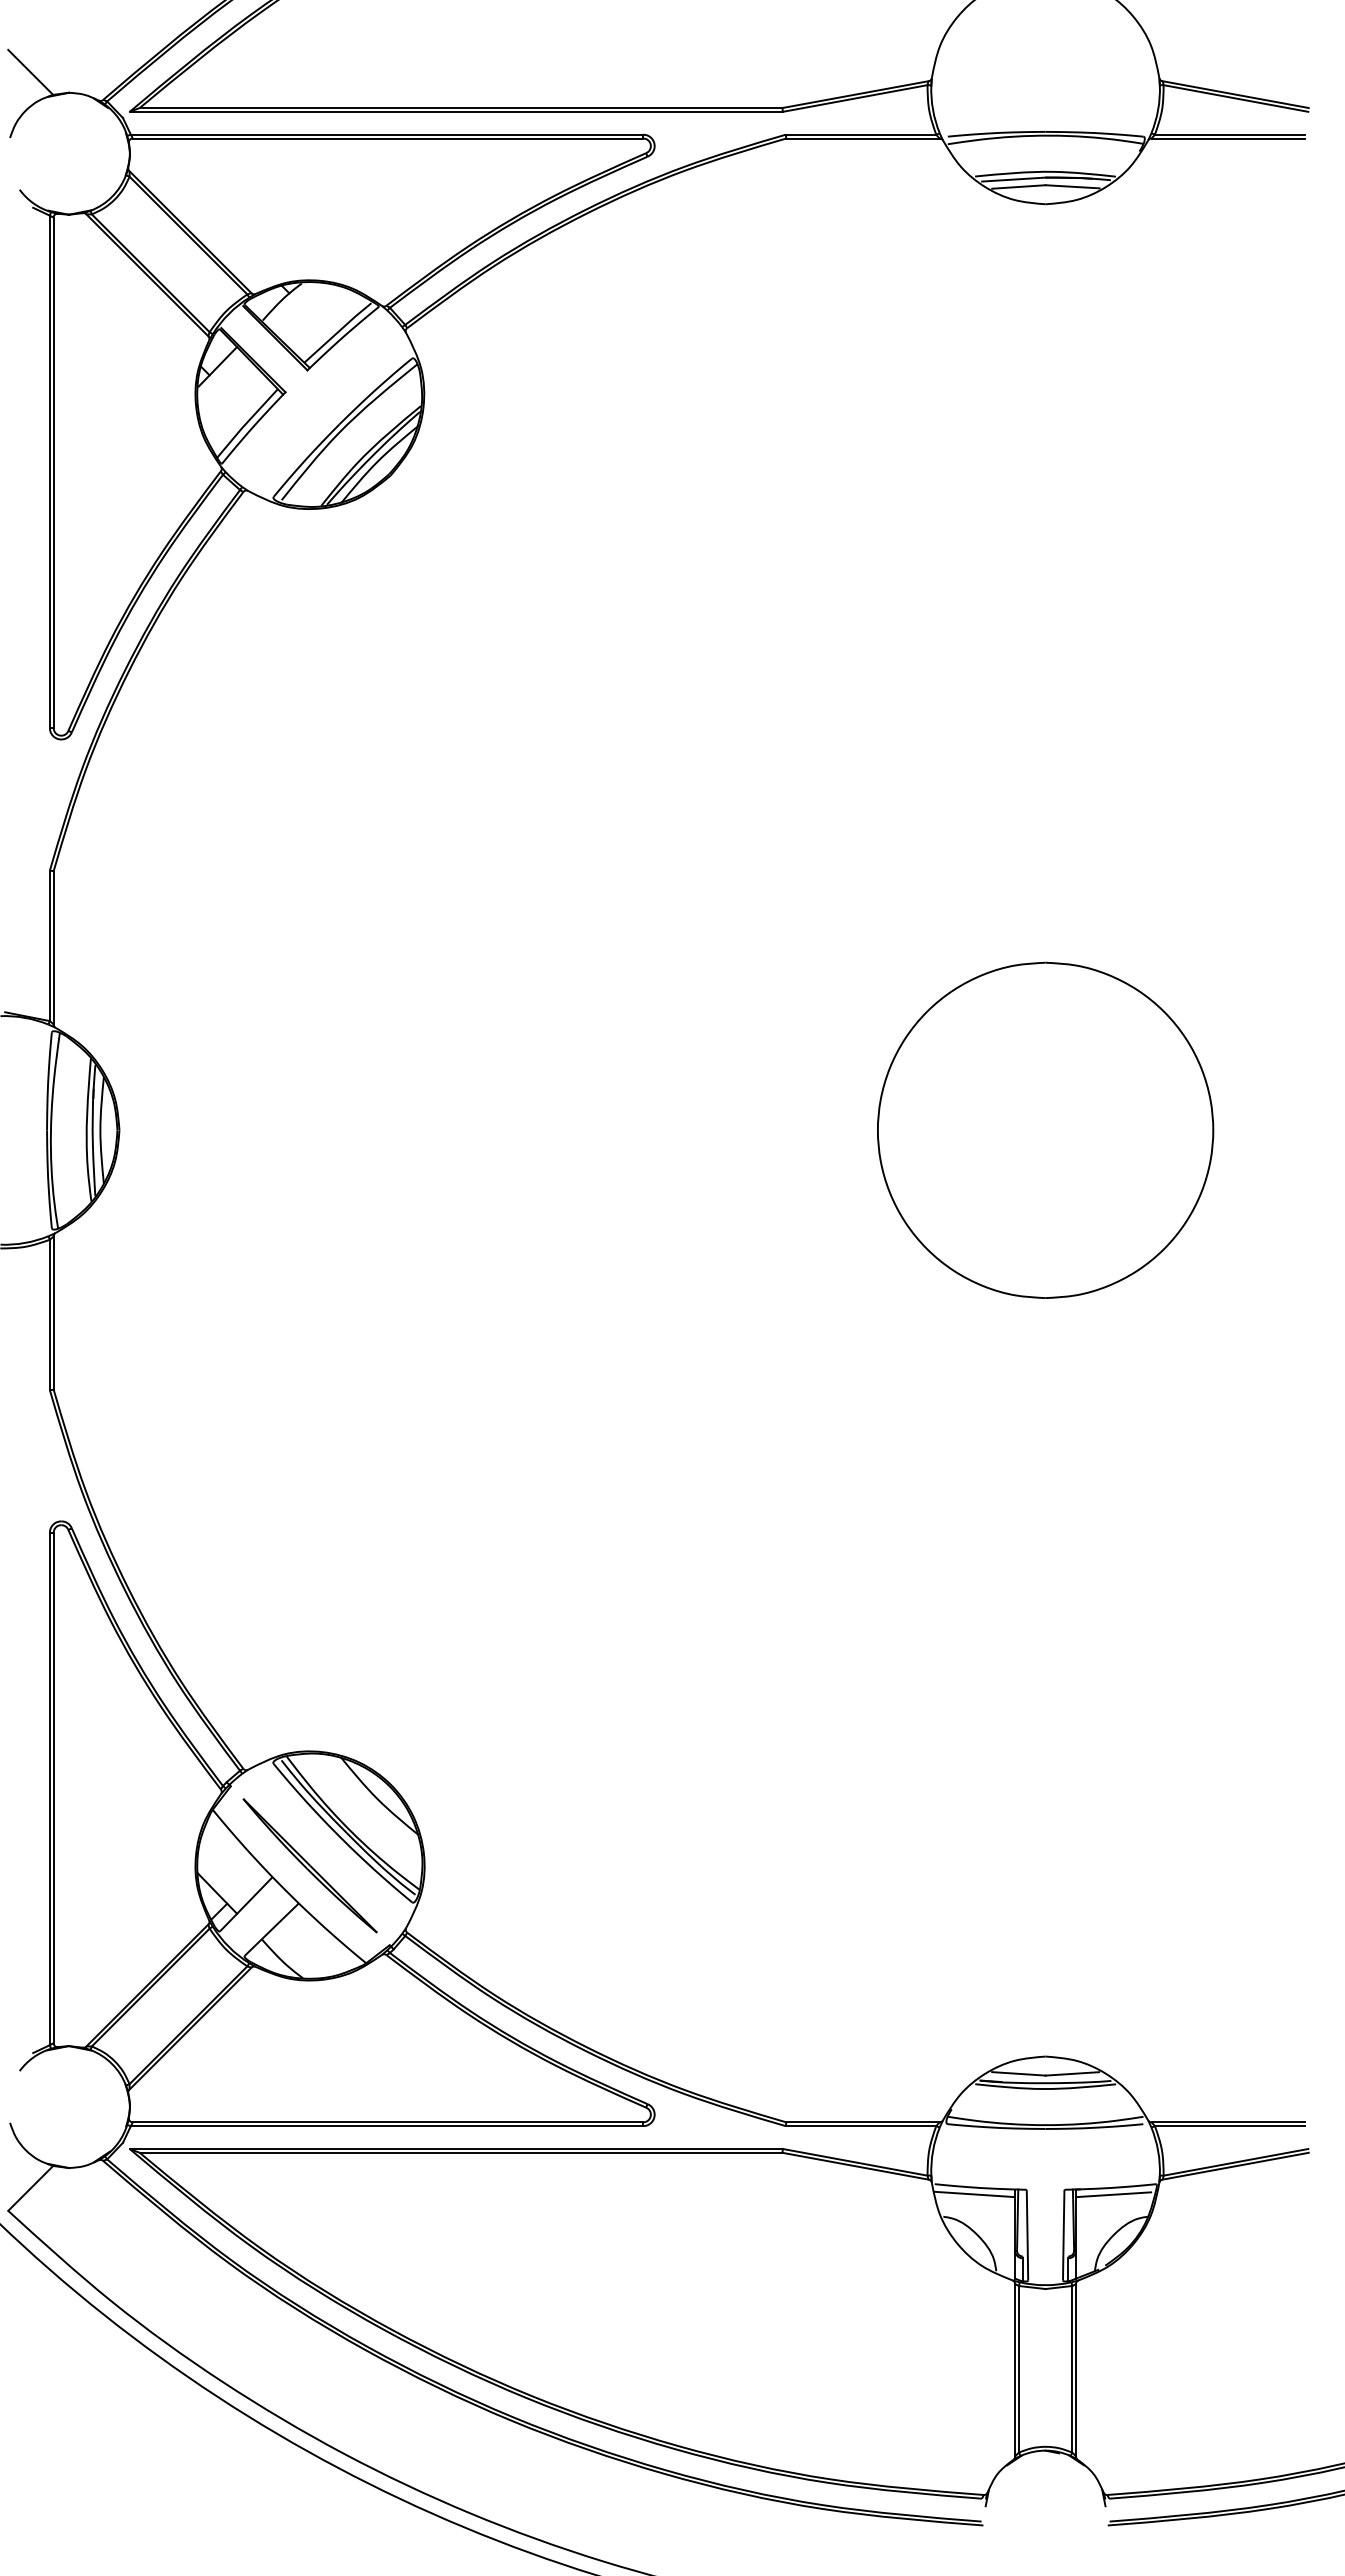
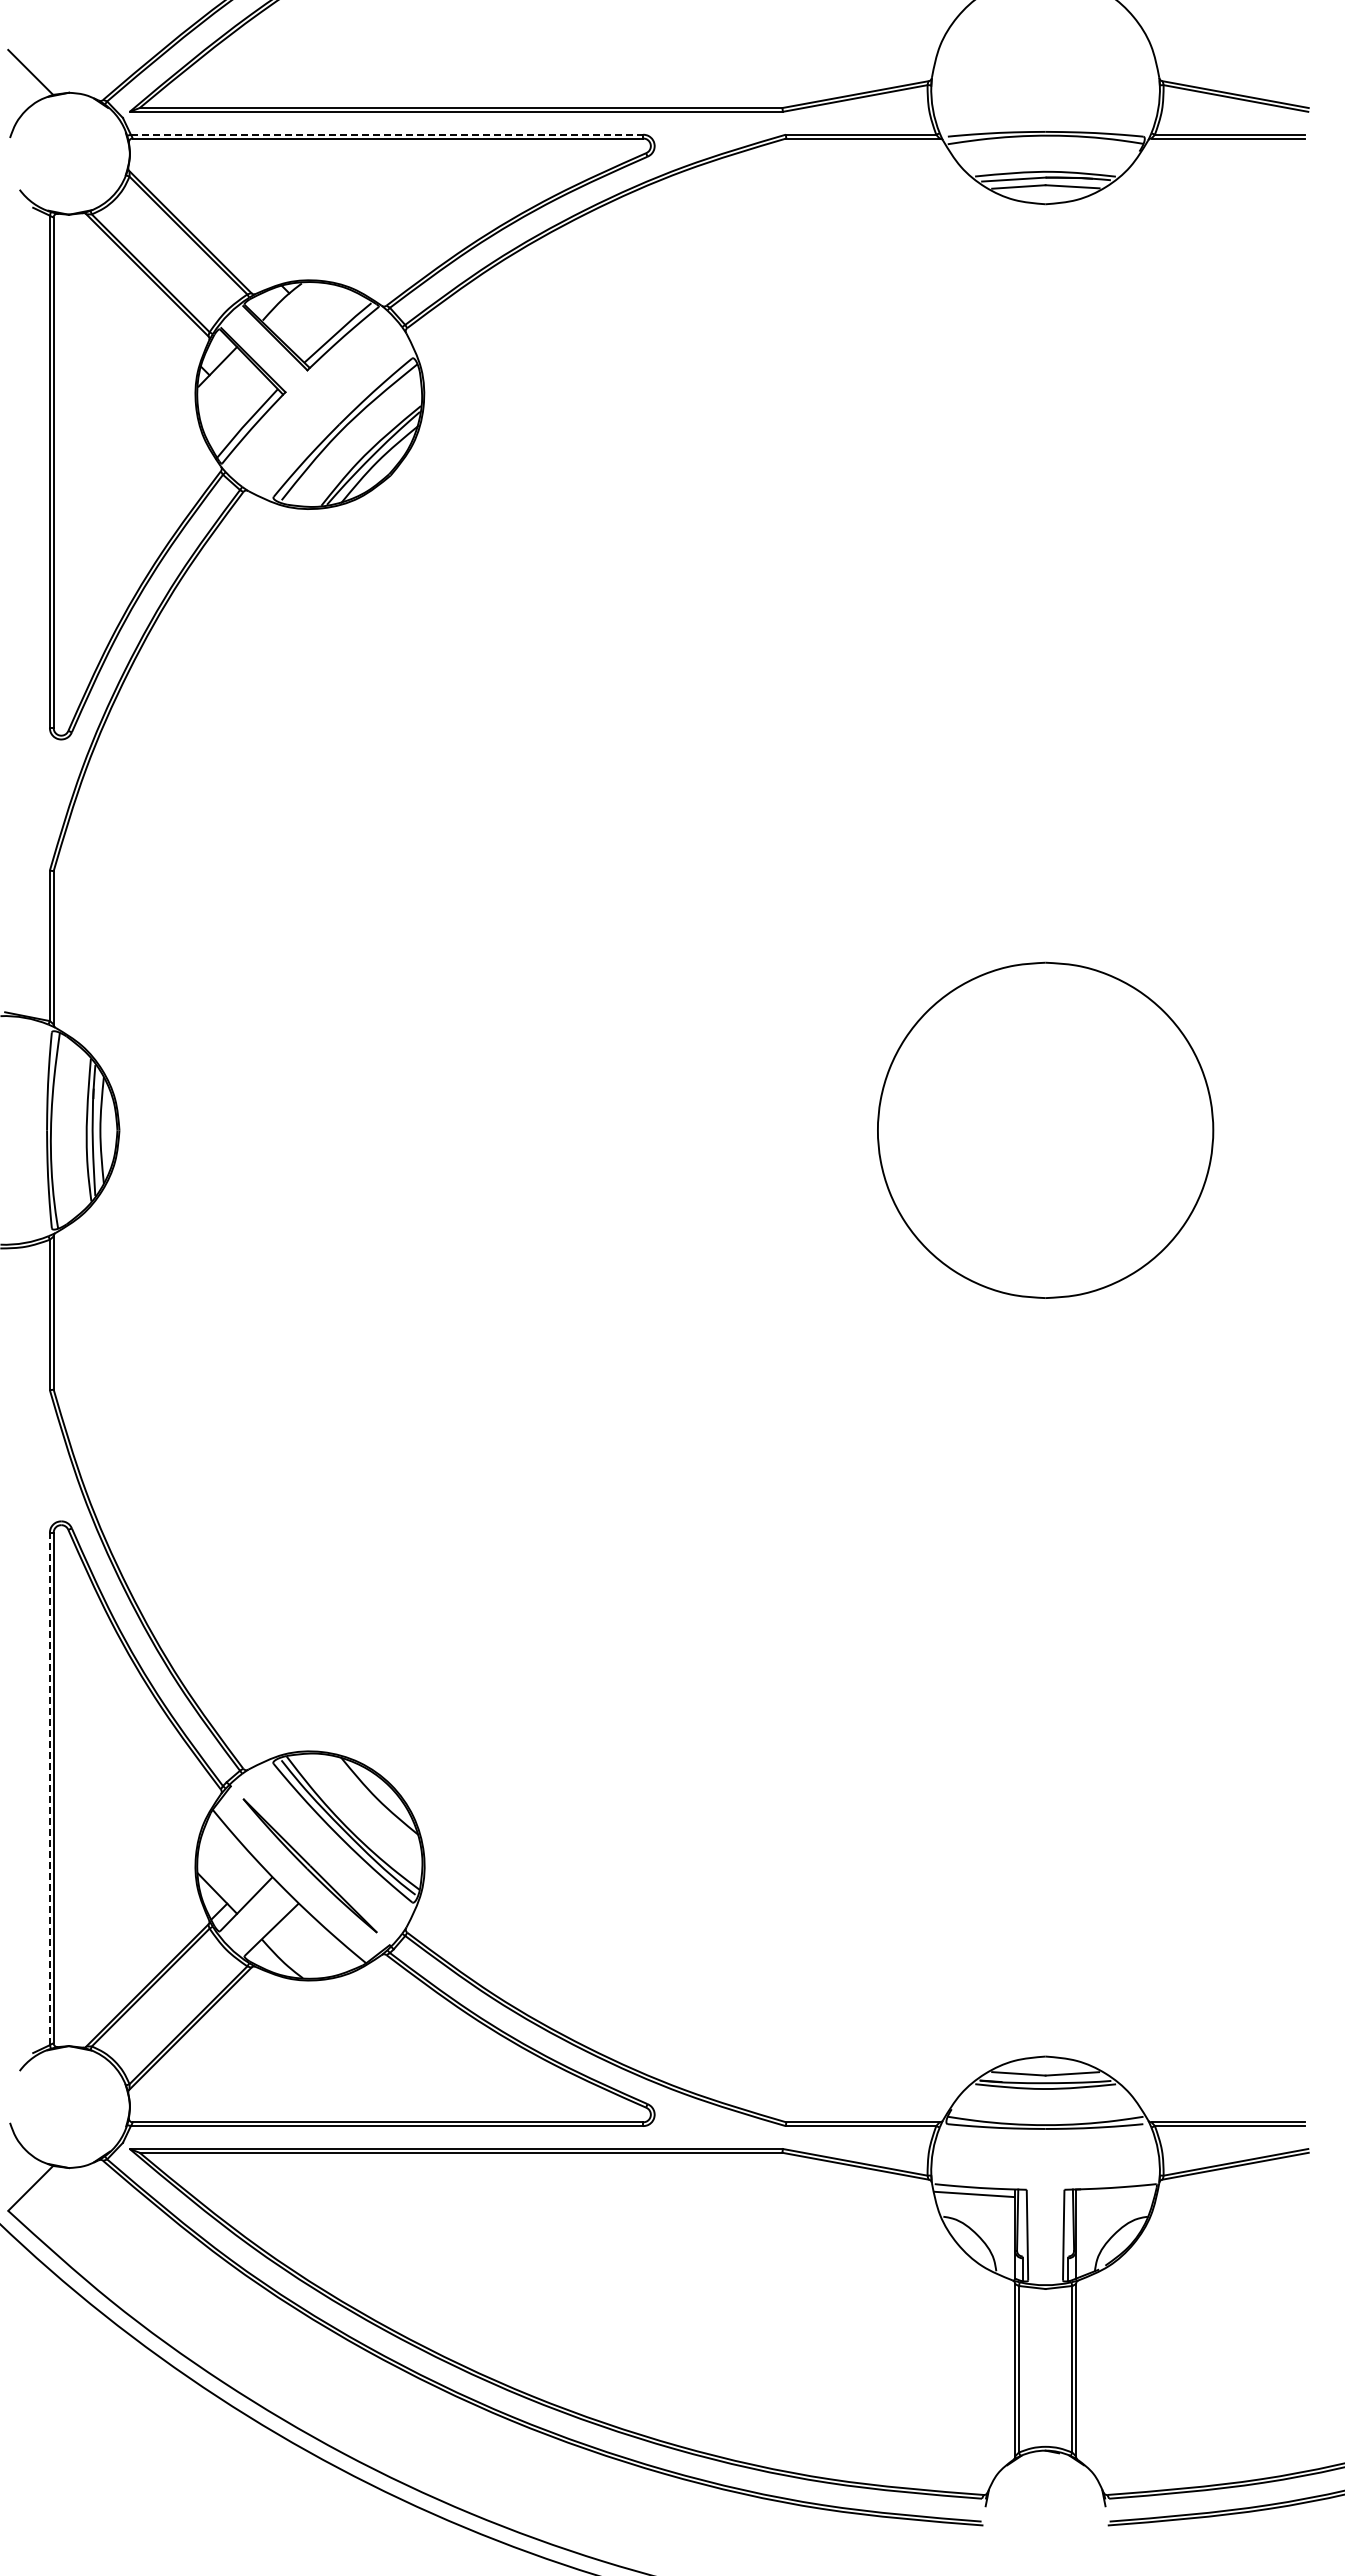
line at (387, 134): solid -> dashed
line at (49, 1788): solid -> dashed
line at (1113, 2194): present -> none
